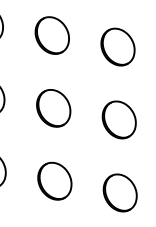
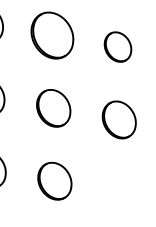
part at (51, 35) size: 36x39 px -> 45x49 px
part at (117, 46) size: 36x40 px -> 30x32 px
part at (119, 192): present -> none
